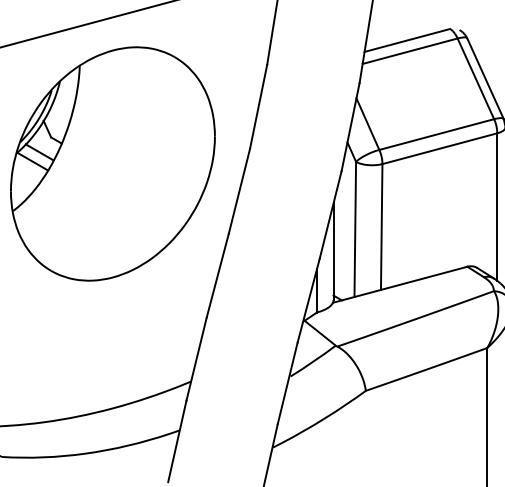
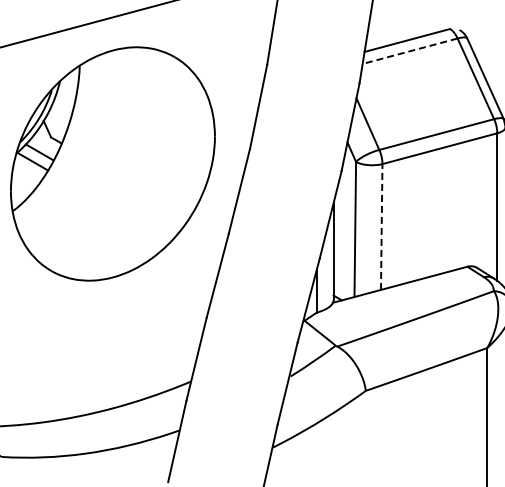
line at (409, 51): solid -> dashed
line at (381, 227): solid -> dashed
